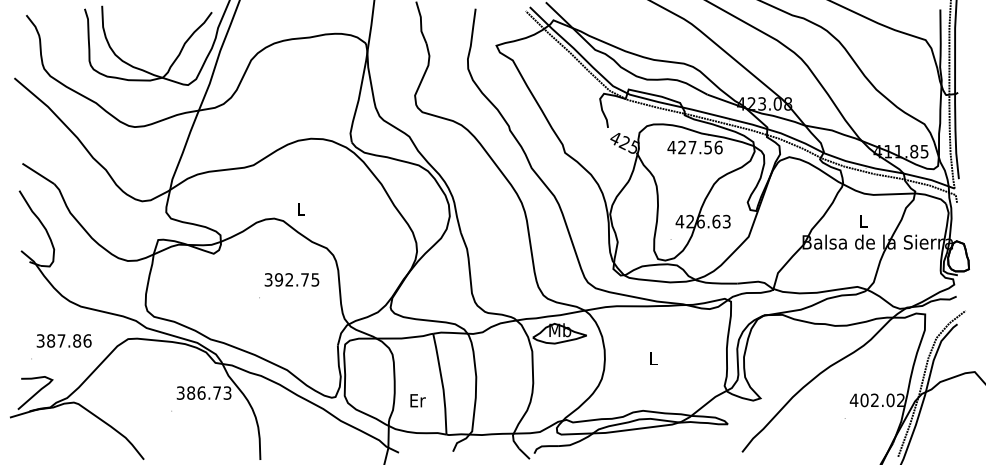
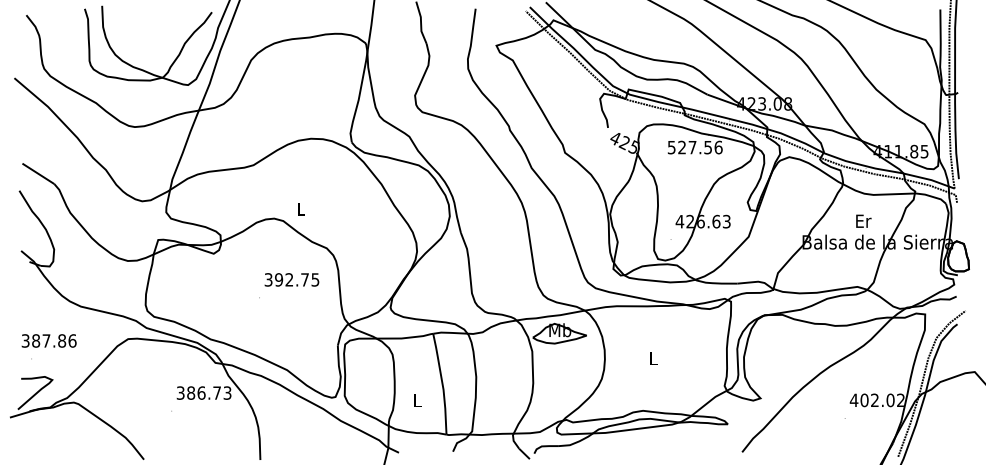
text at (671, 147): 427.56 -> 527.56
text at (863, 220): L -> Er
text at (63, 340) position: (63, 340) -> (48, 340)
text at (417, 400): Er -> L
